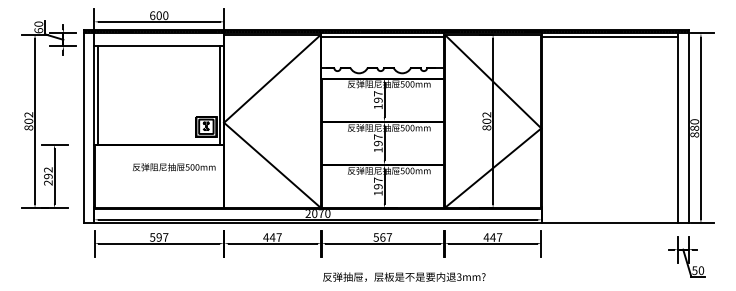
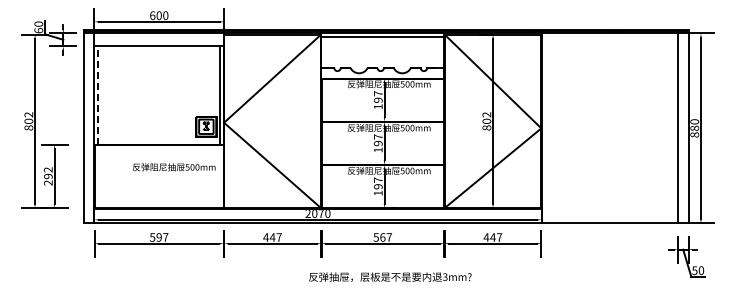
line at (609, 37): present -> none
line at (98, 94): solid -> dashed
text at (404, 276) position: (404, 276) -> (390, 276)
